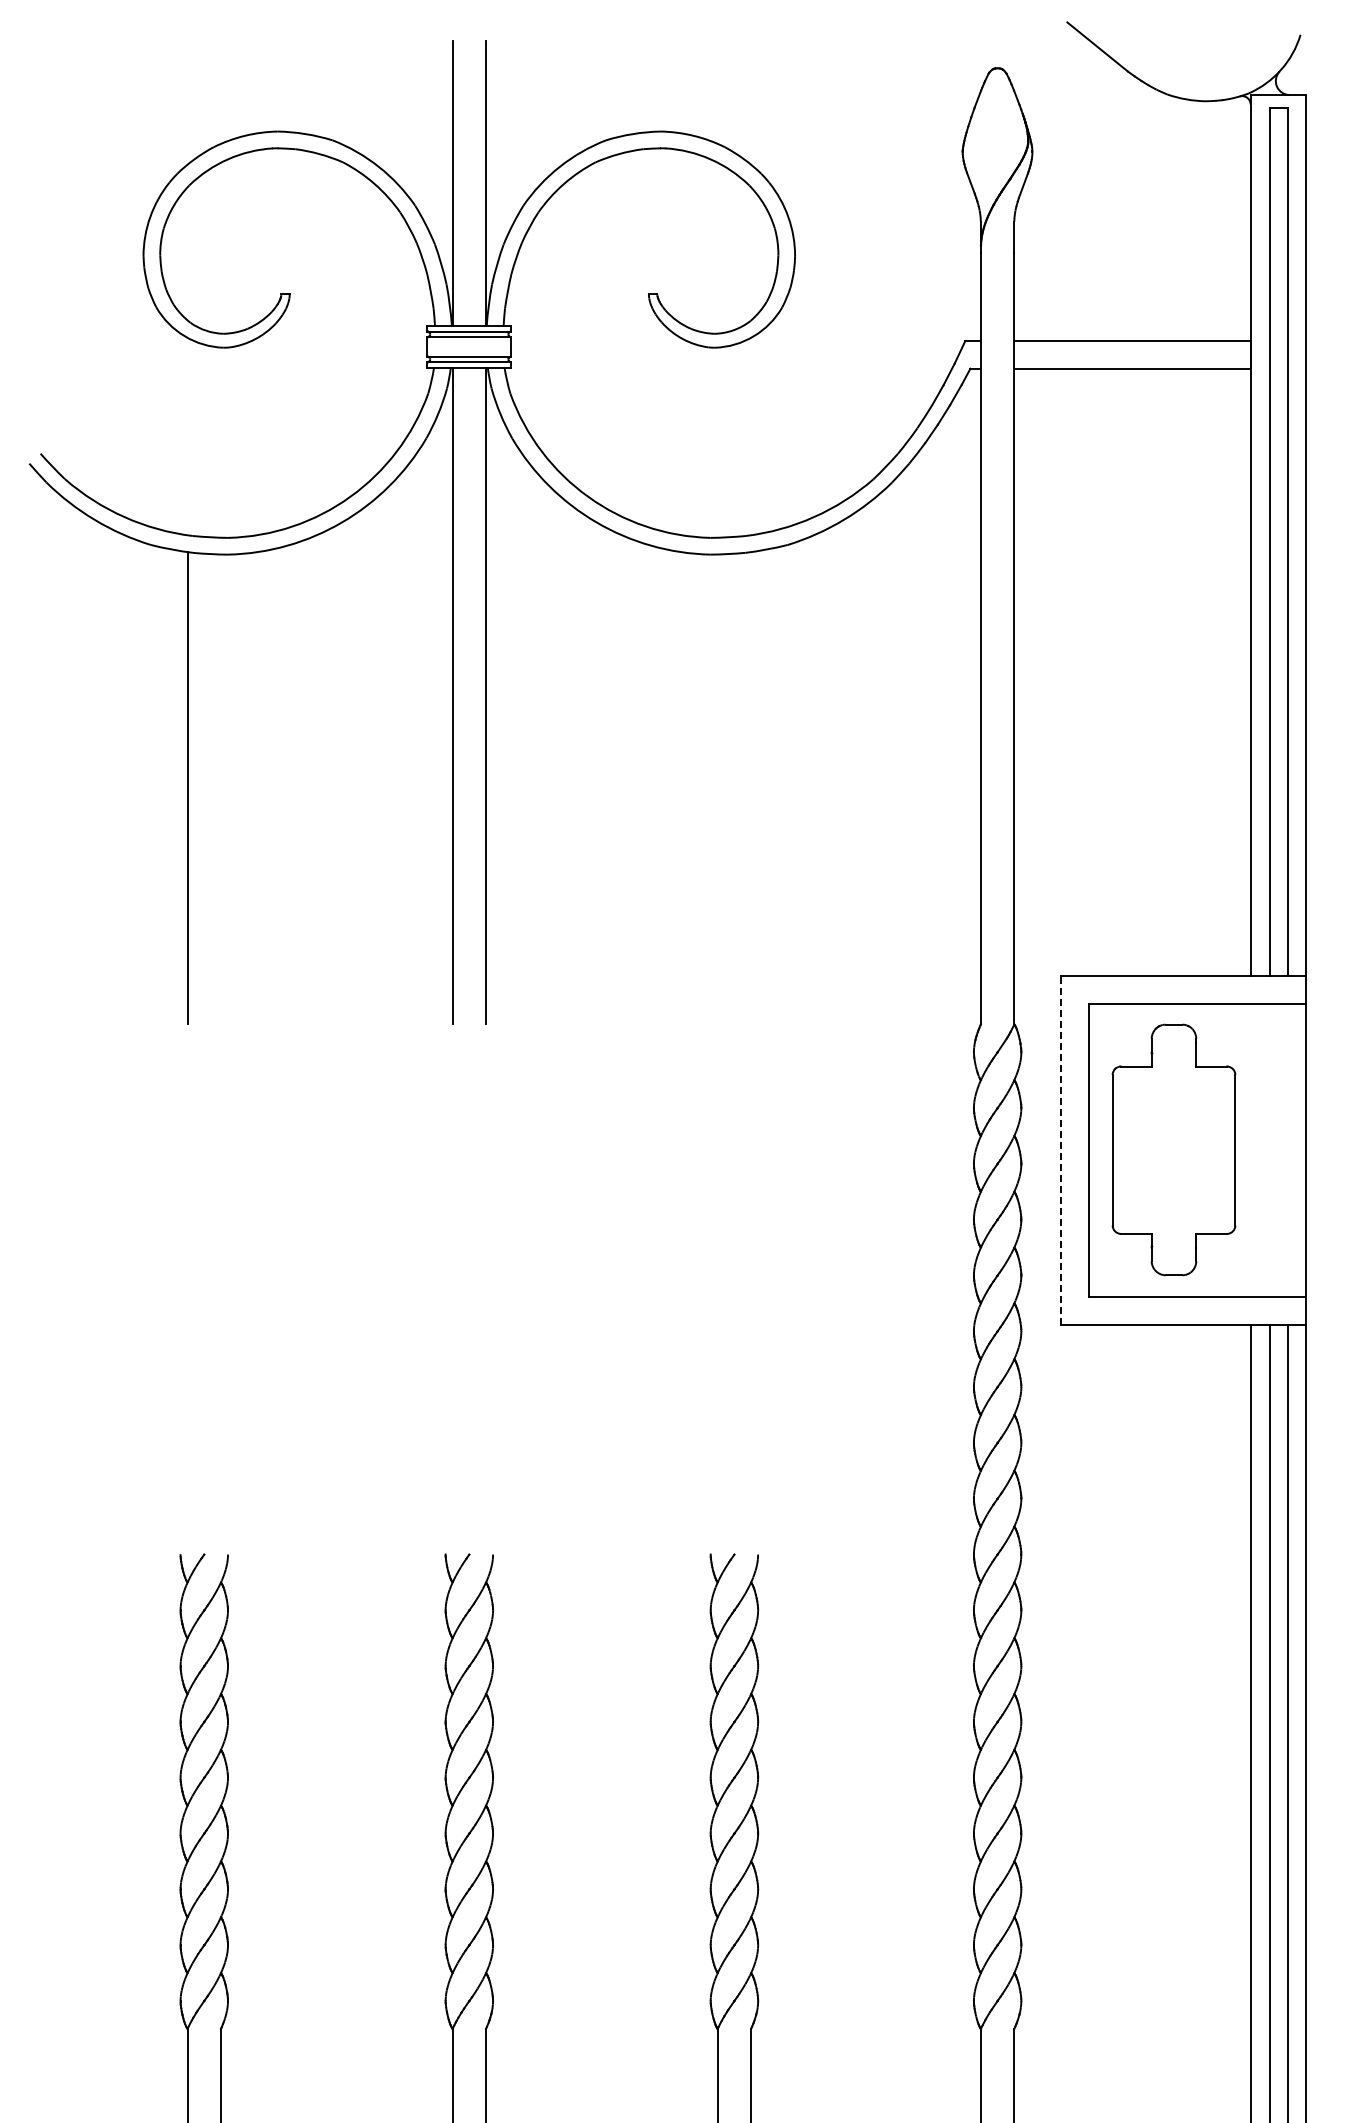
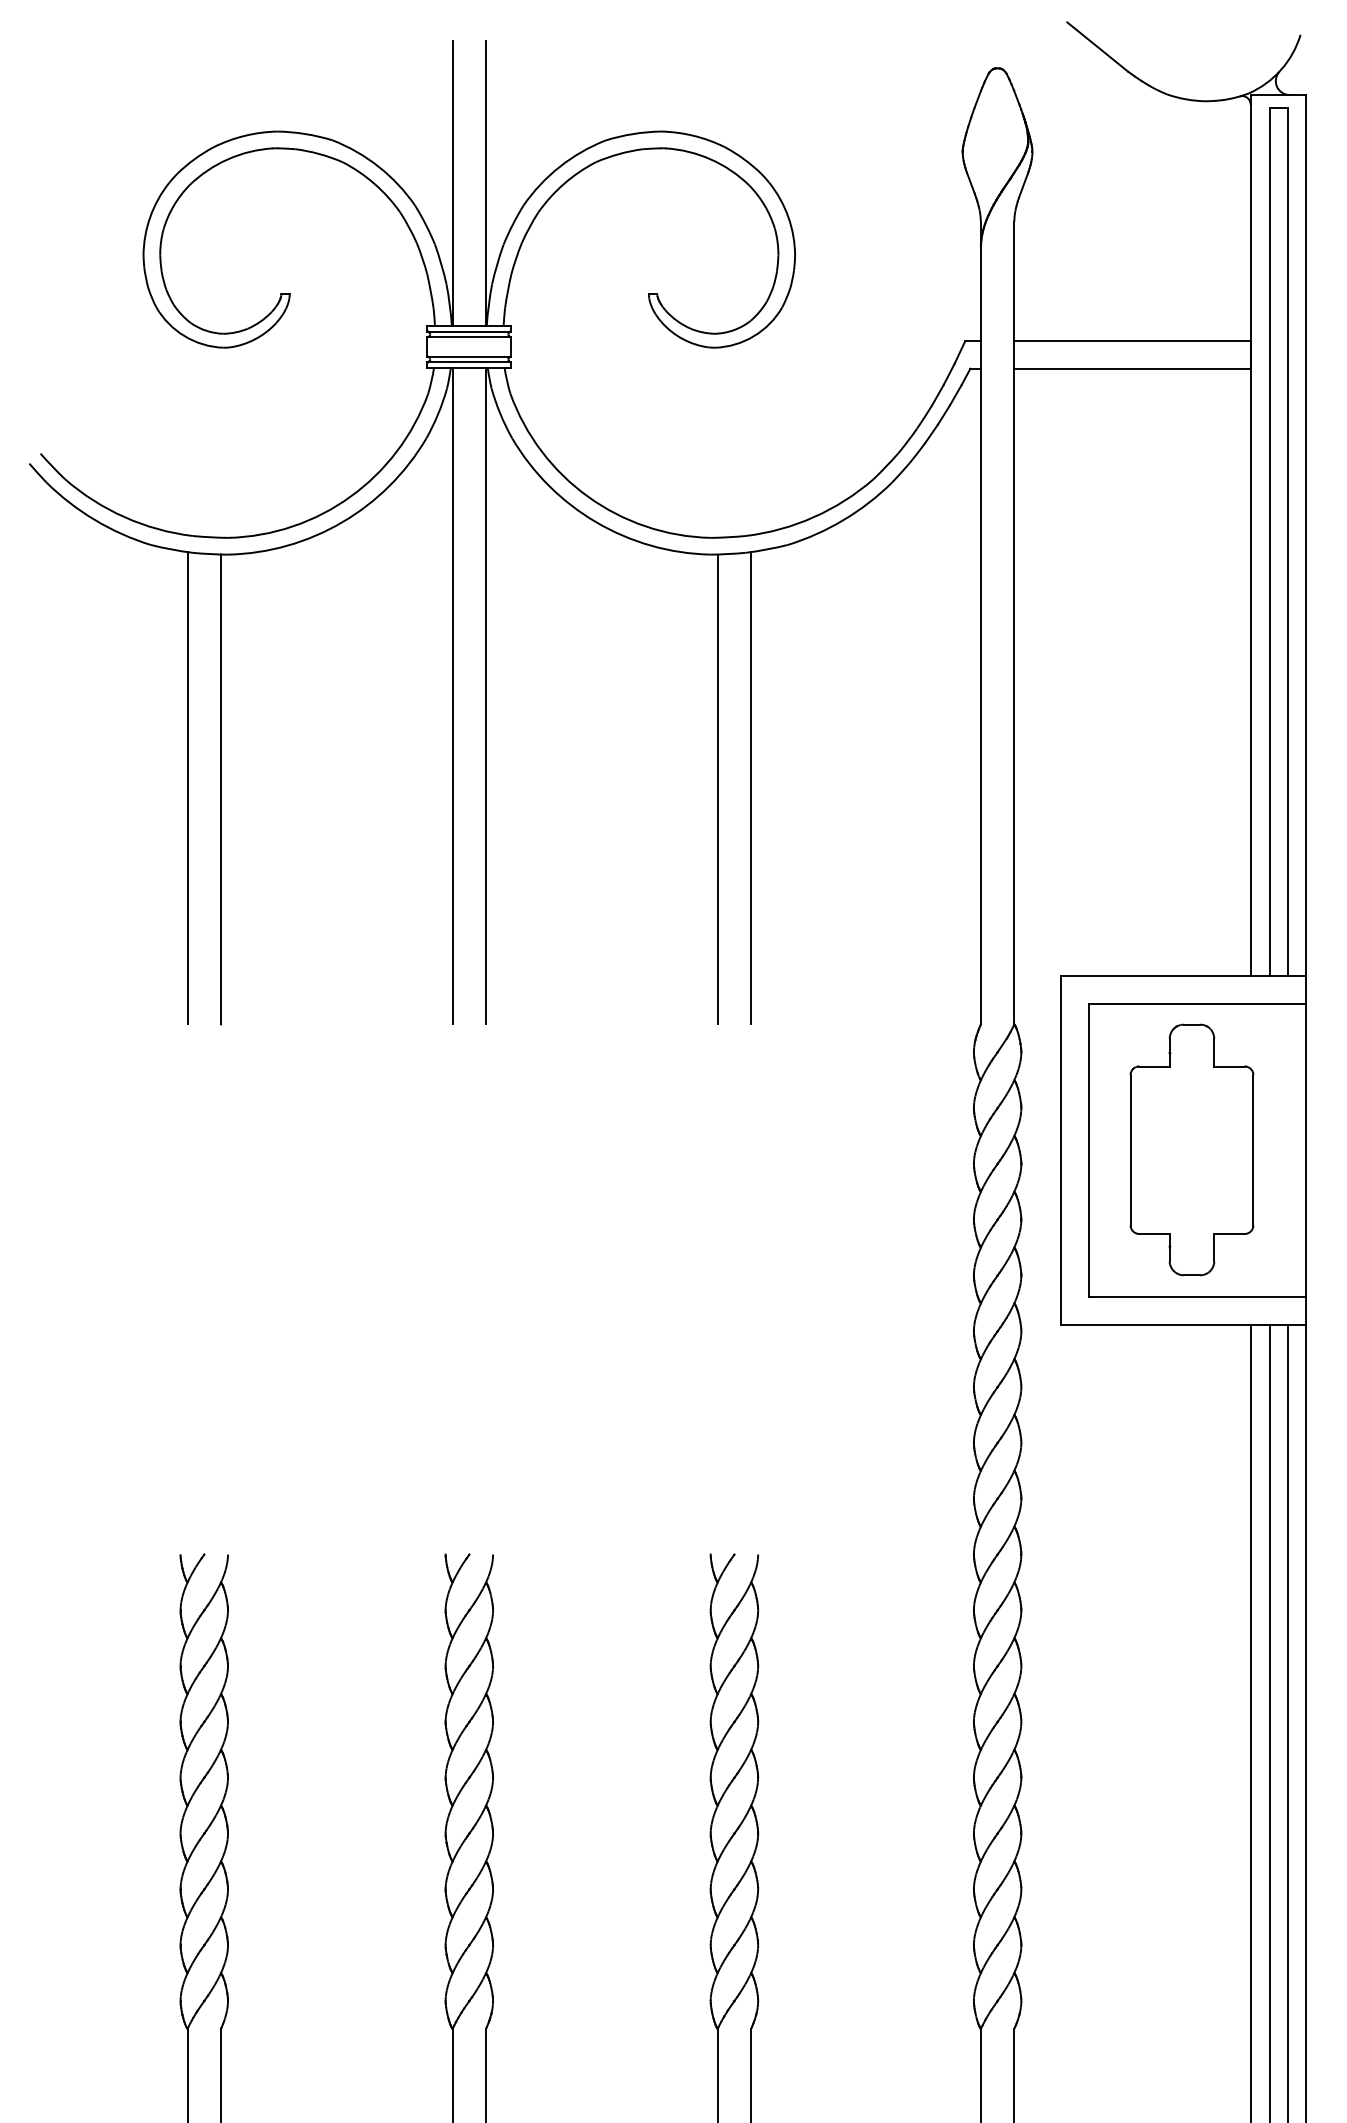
line at (751, 788): none -> present
line at (220, 789): none -> present
line at (717, 789): none -> present
part at (1173, 1149) position: (1173, 1149) -> (1191, 1149)
line at (1060, 1150): dashed -> solid
